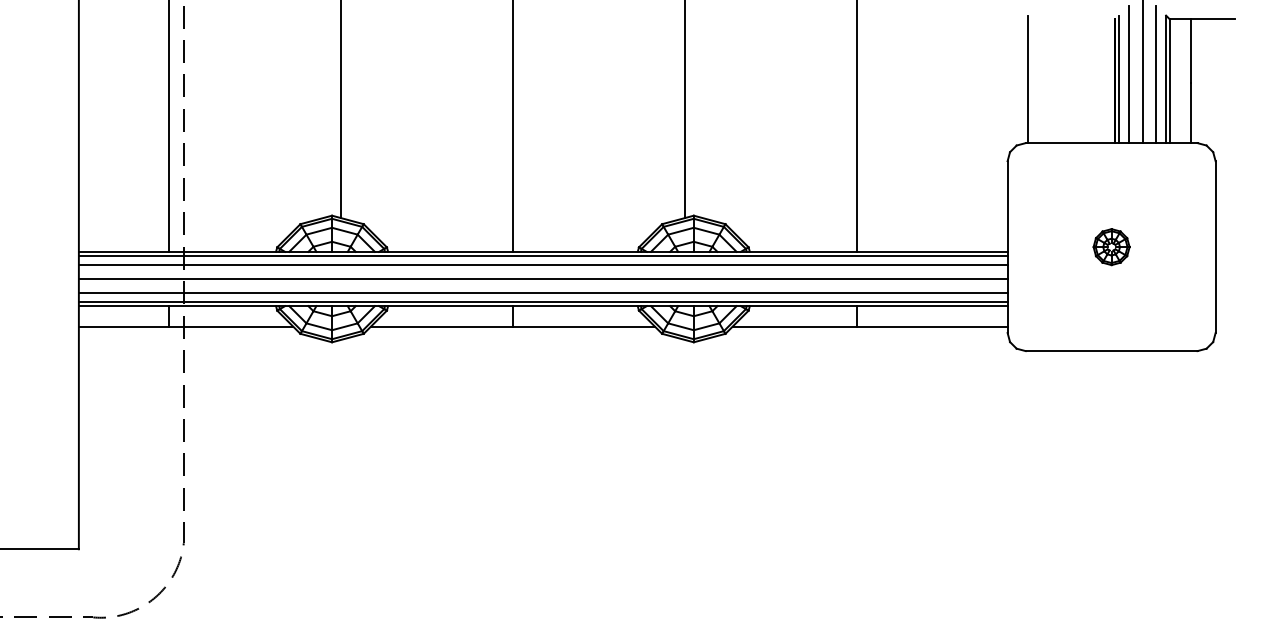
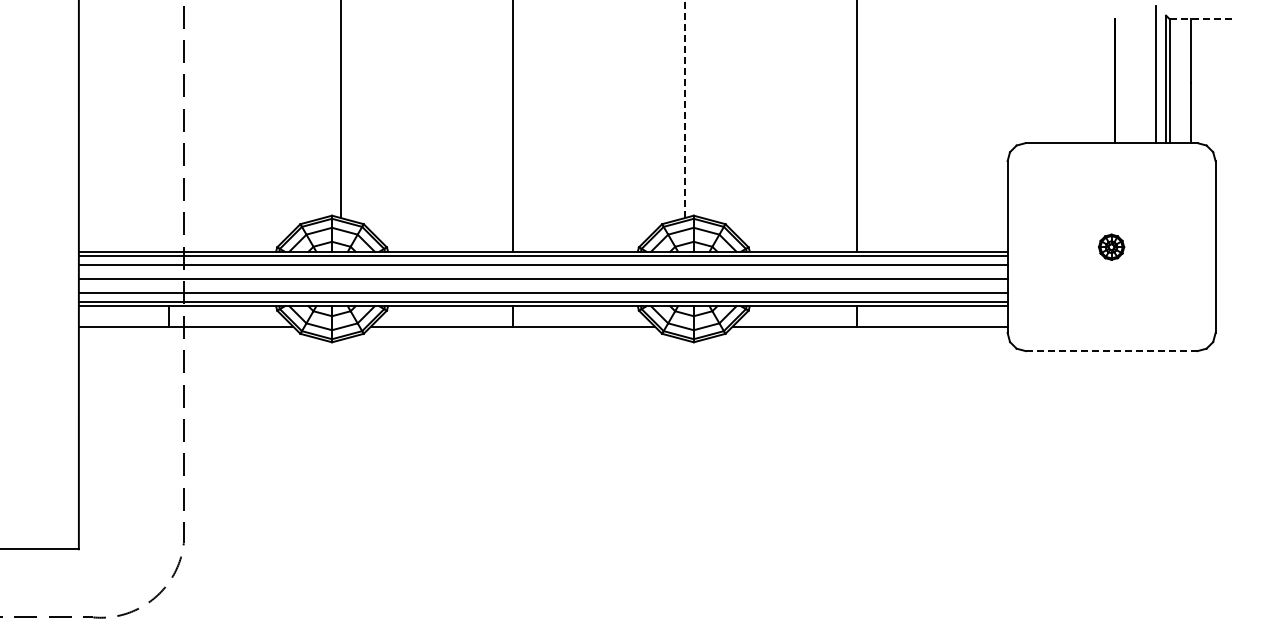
line at (1202, 19): solid -> dashed
line at (1142, 72): present -> none
line at (1129, 74): present -> none
line at (1028, 79): present -> none
line at (1119, 79): present -> none
line at (684, 109): solid -> dashed
line at (169, 126): present -> none
part at (1111, 247) size: 39x39 px -> 28x28 px
line at (1111, 351): solid -> dashed
